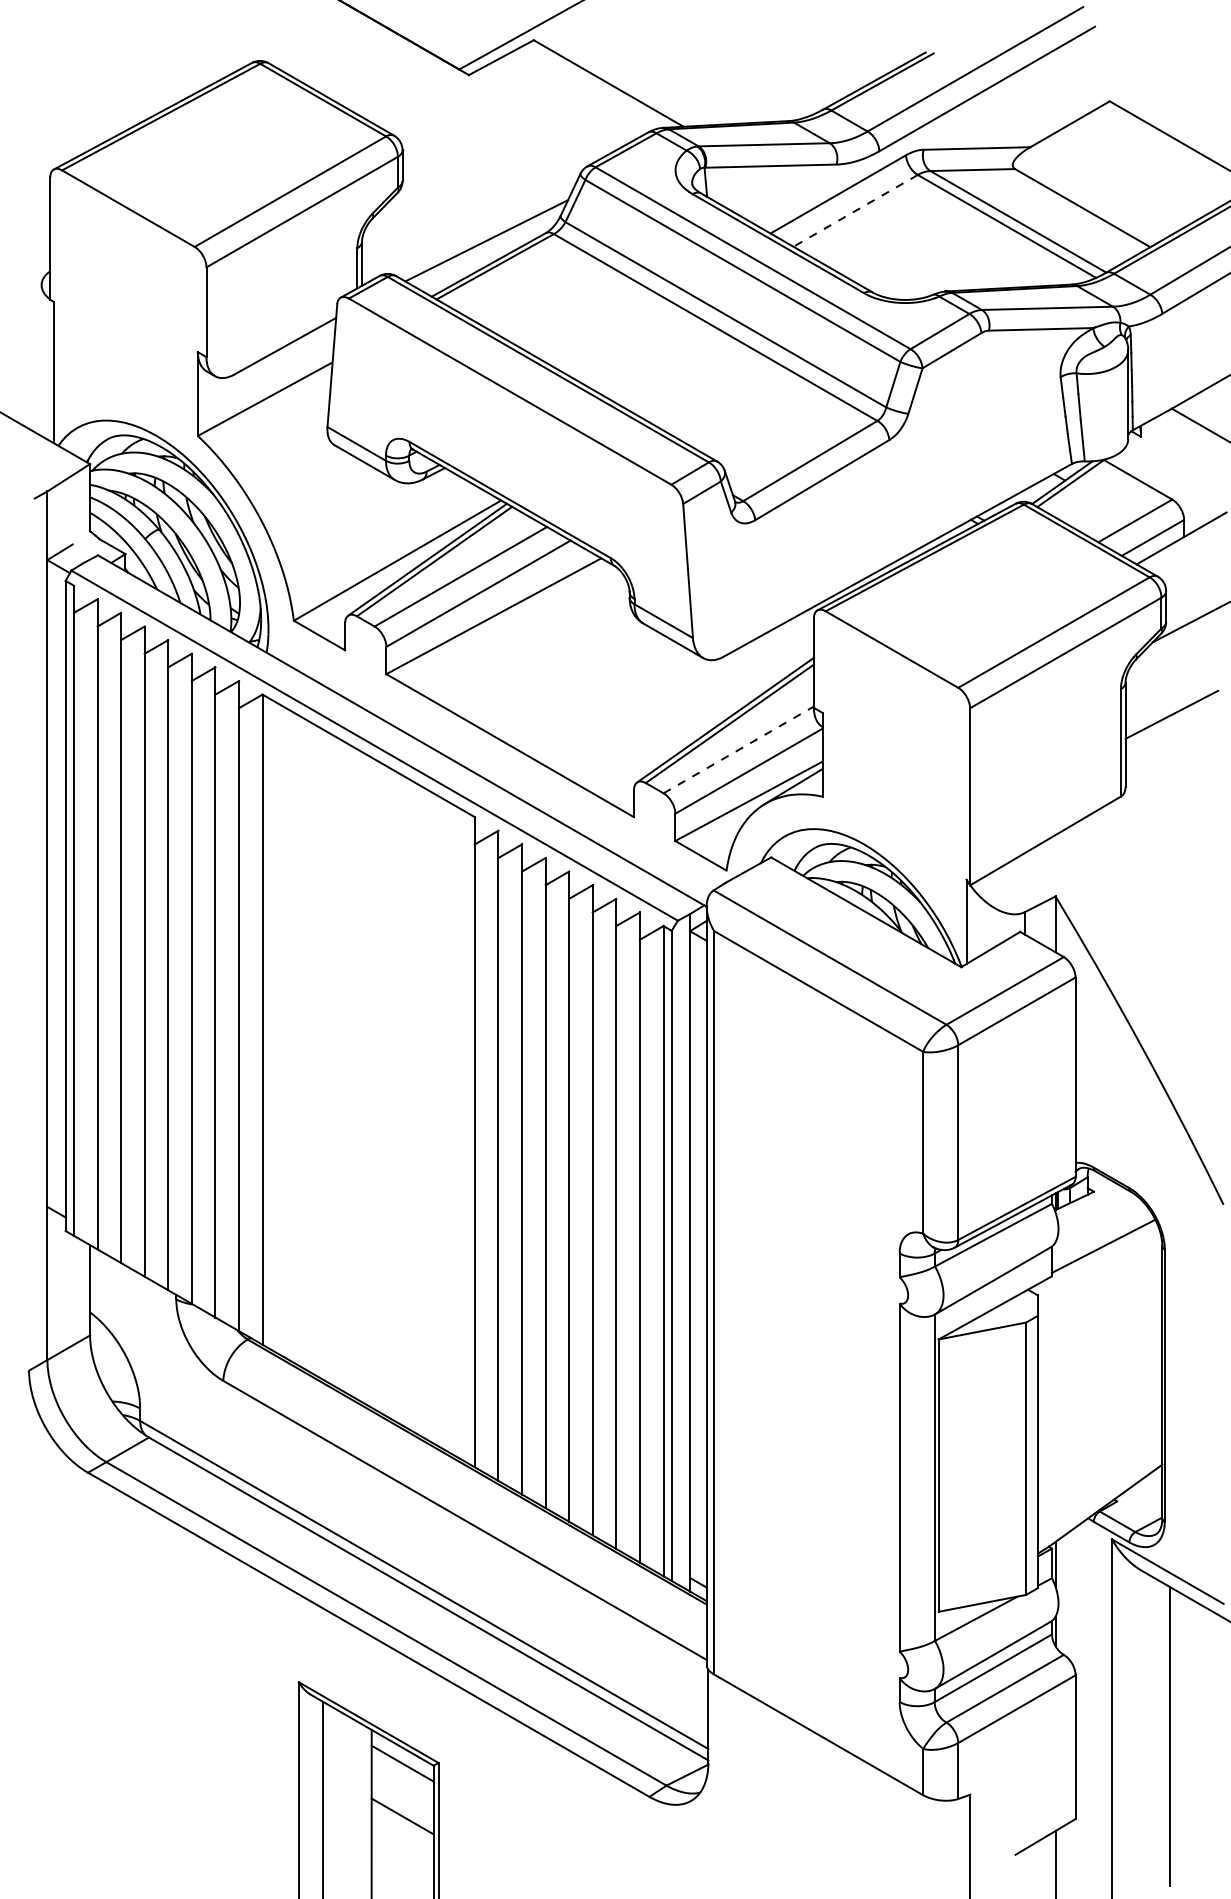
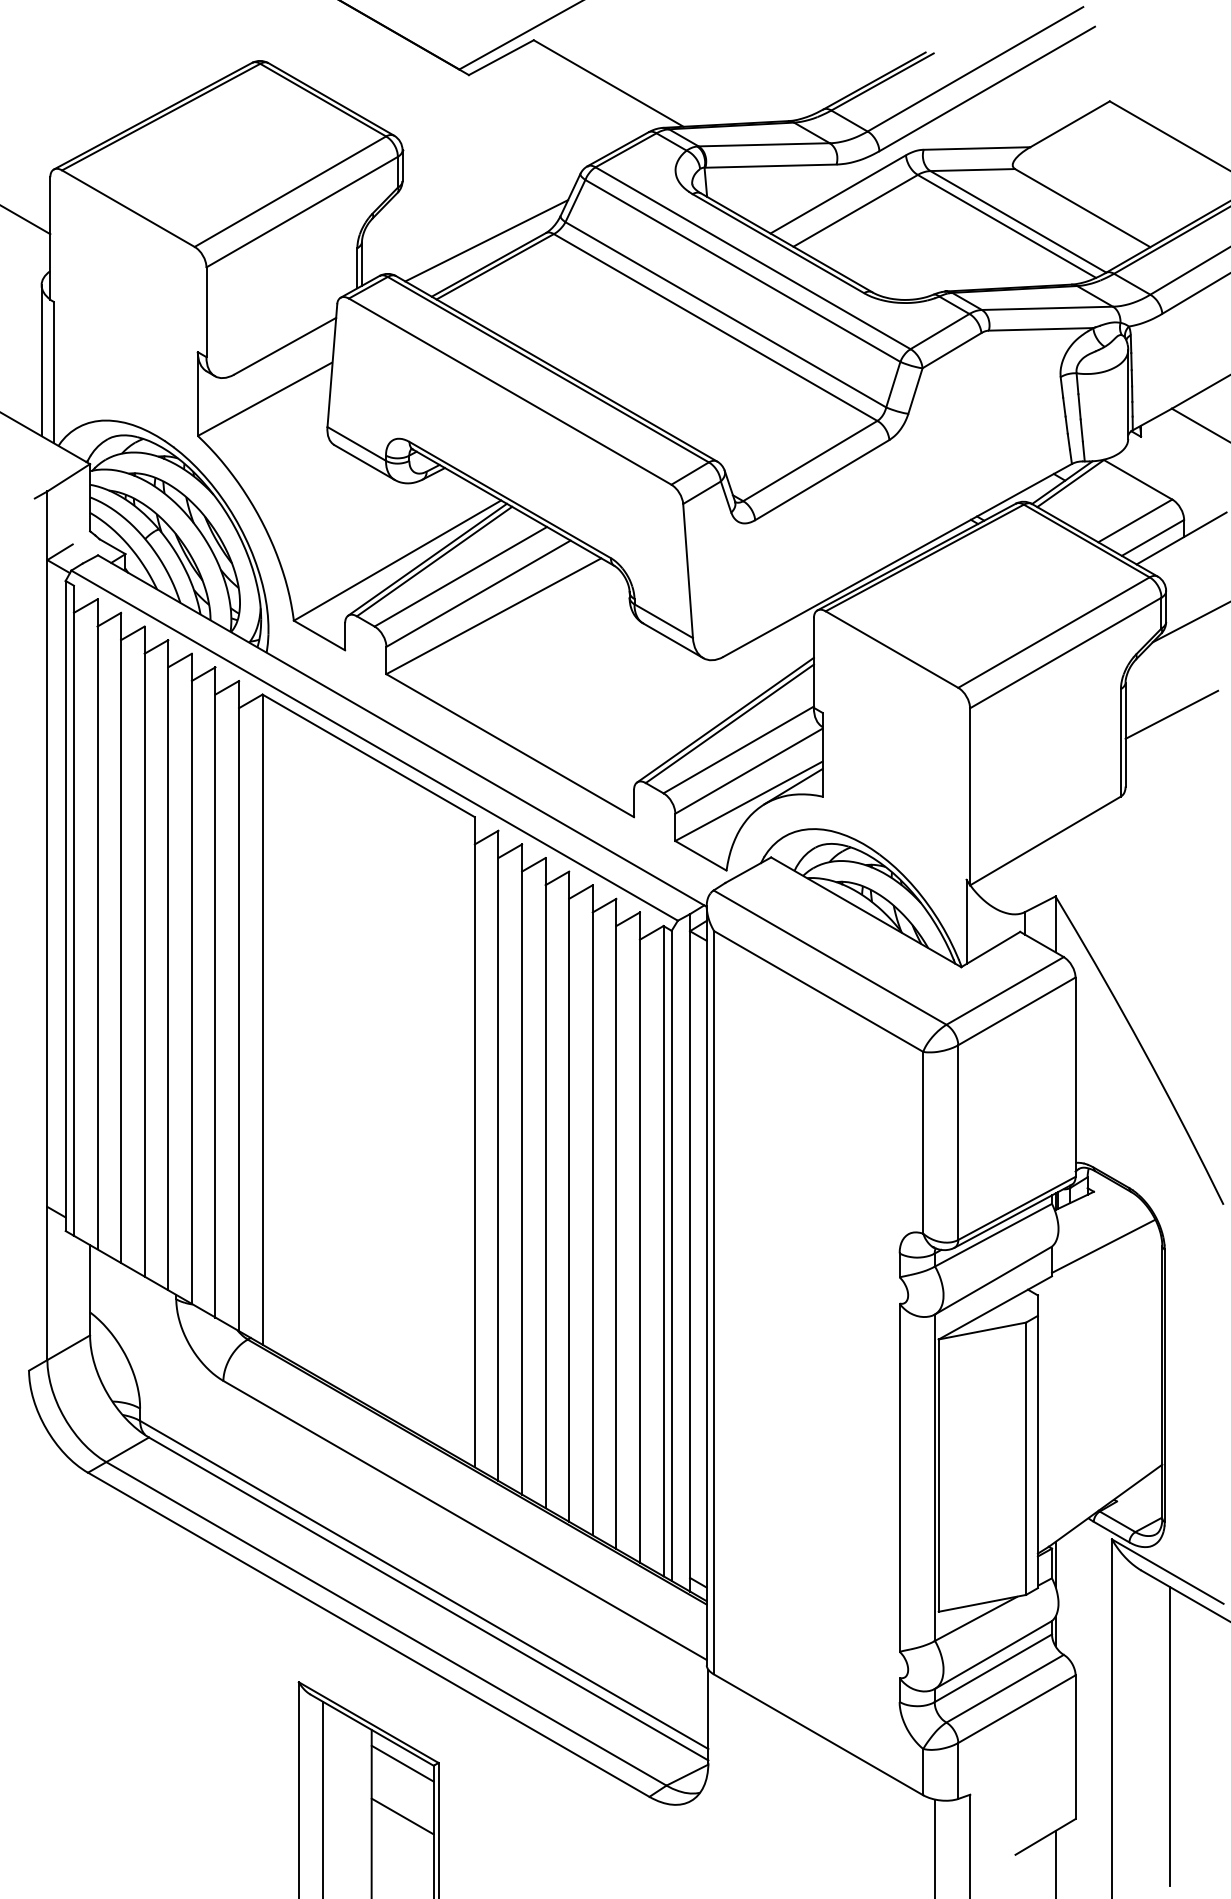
line at (855, 210): dashed -> solid
line at (26, 220): none -> present
line at (41, 360): none -> present
line at (738, 749): dashed -> solid
line at (935, 1847): none -> present
